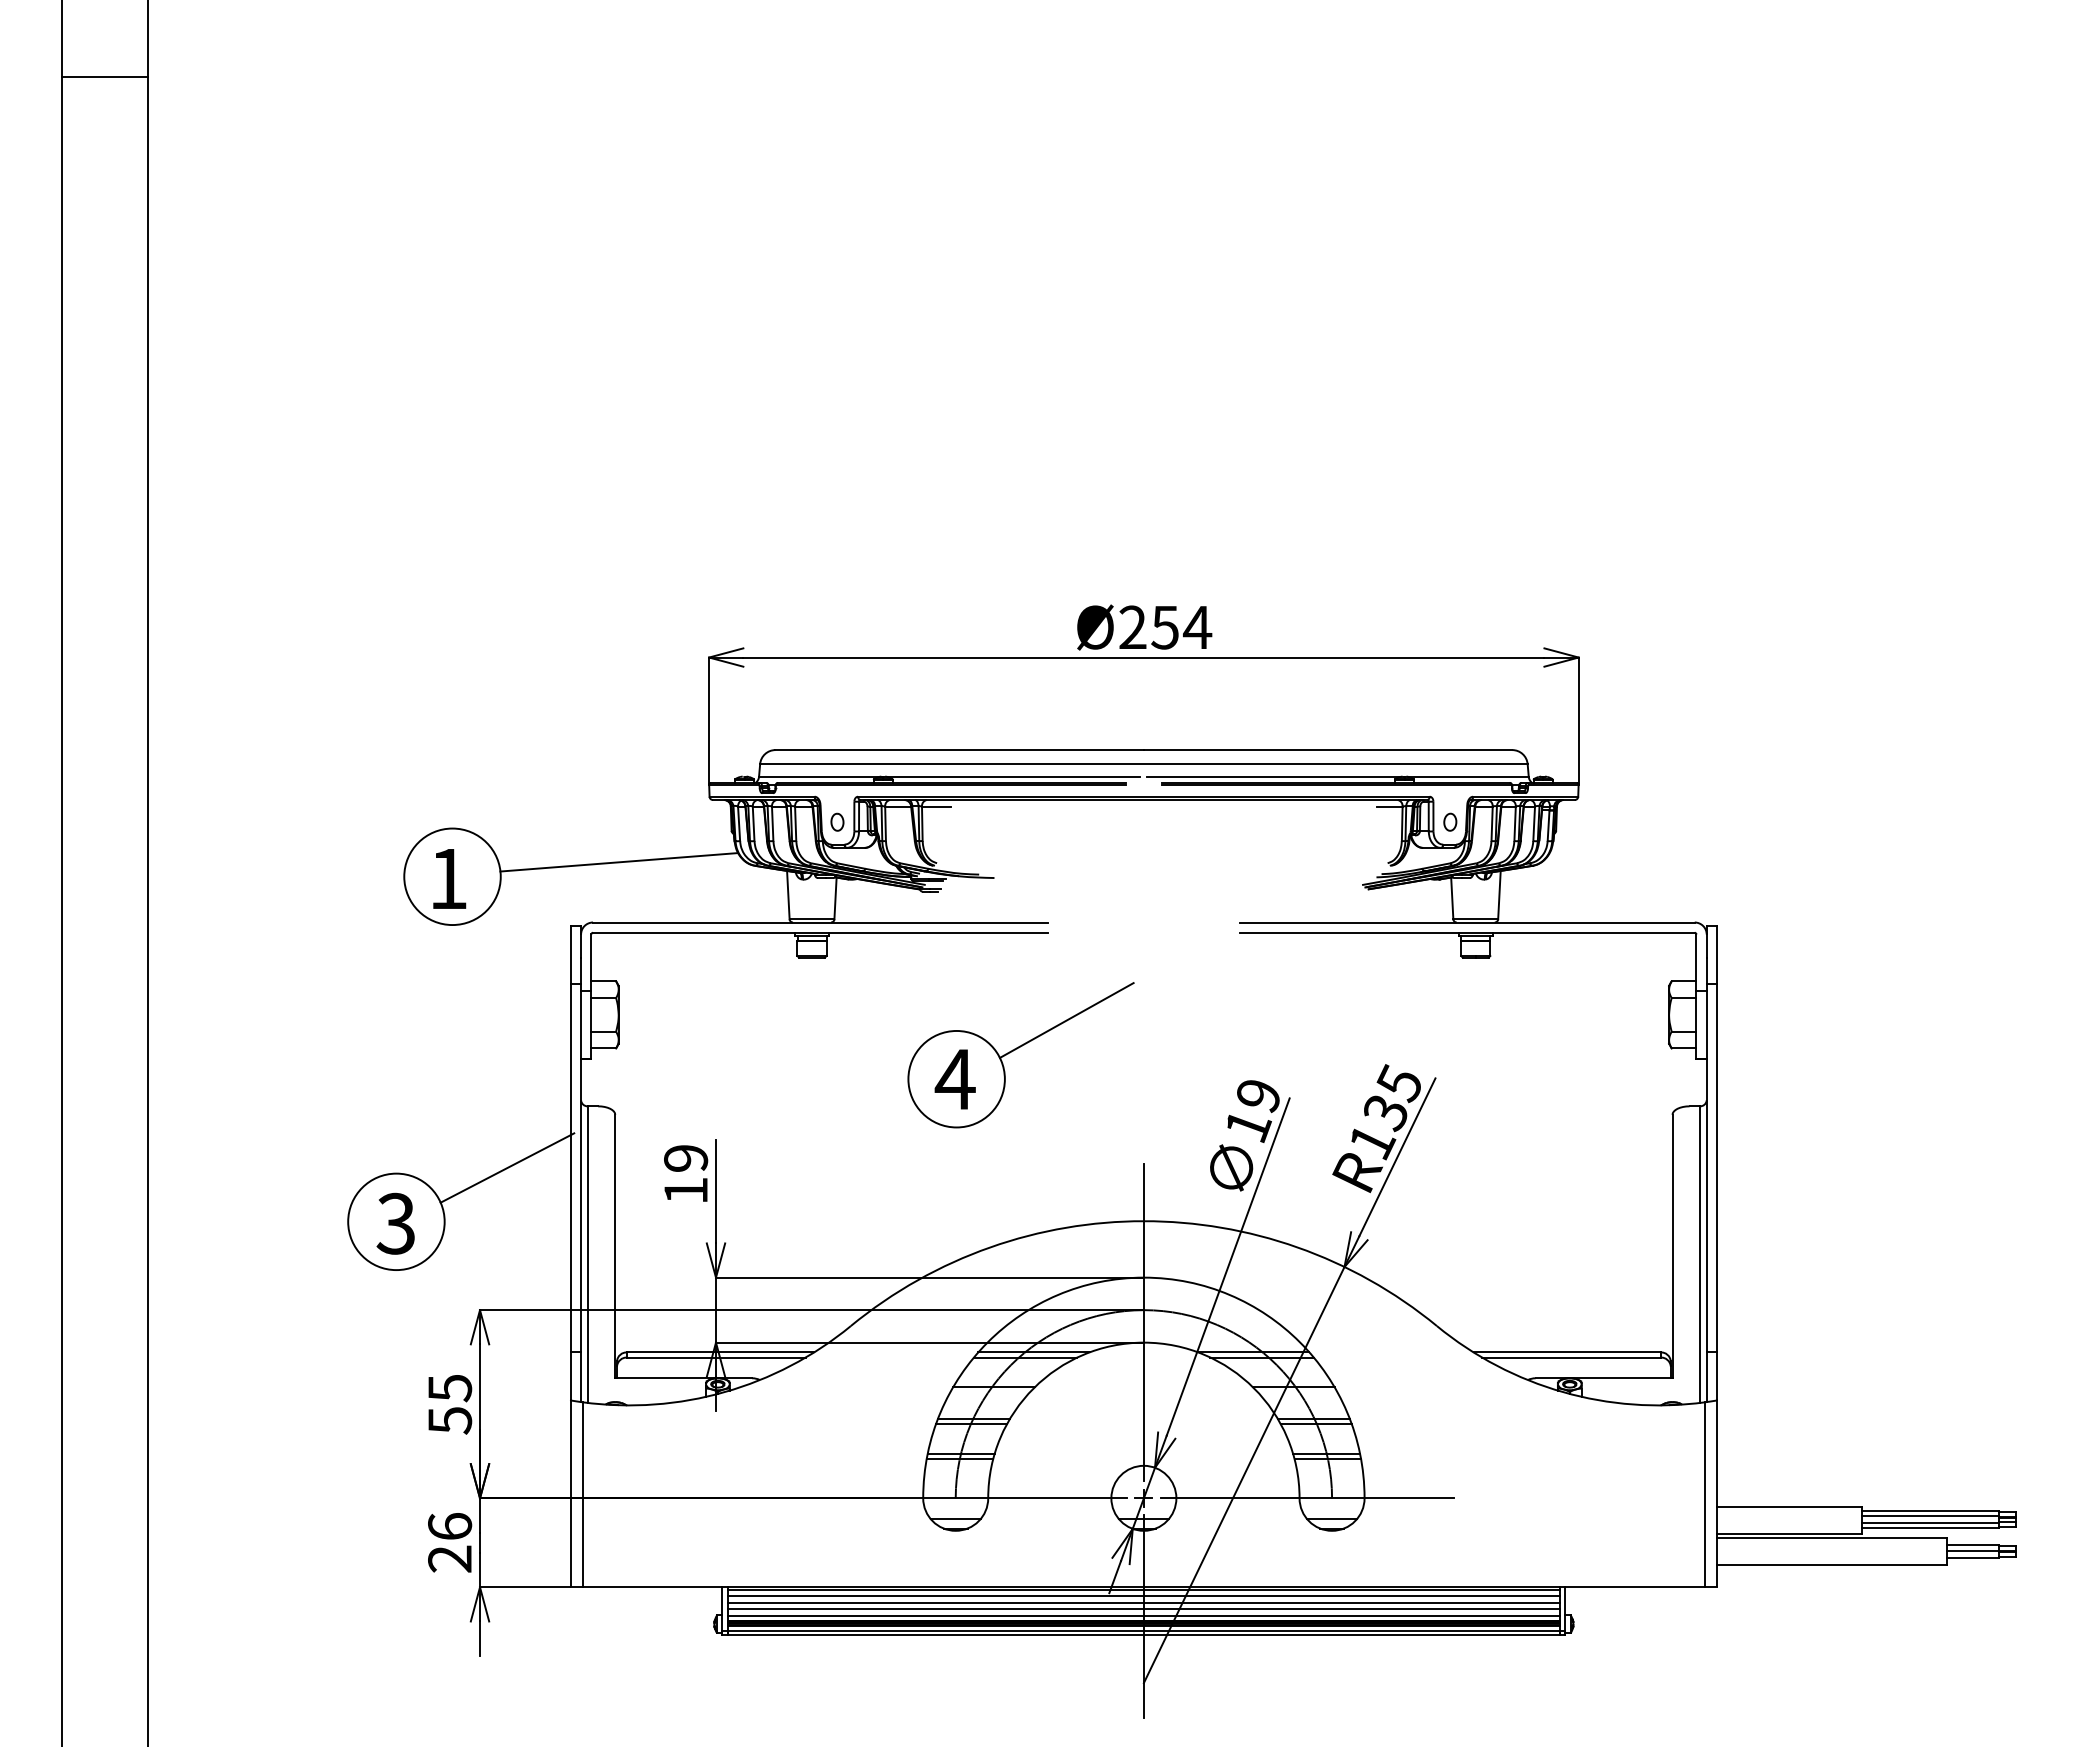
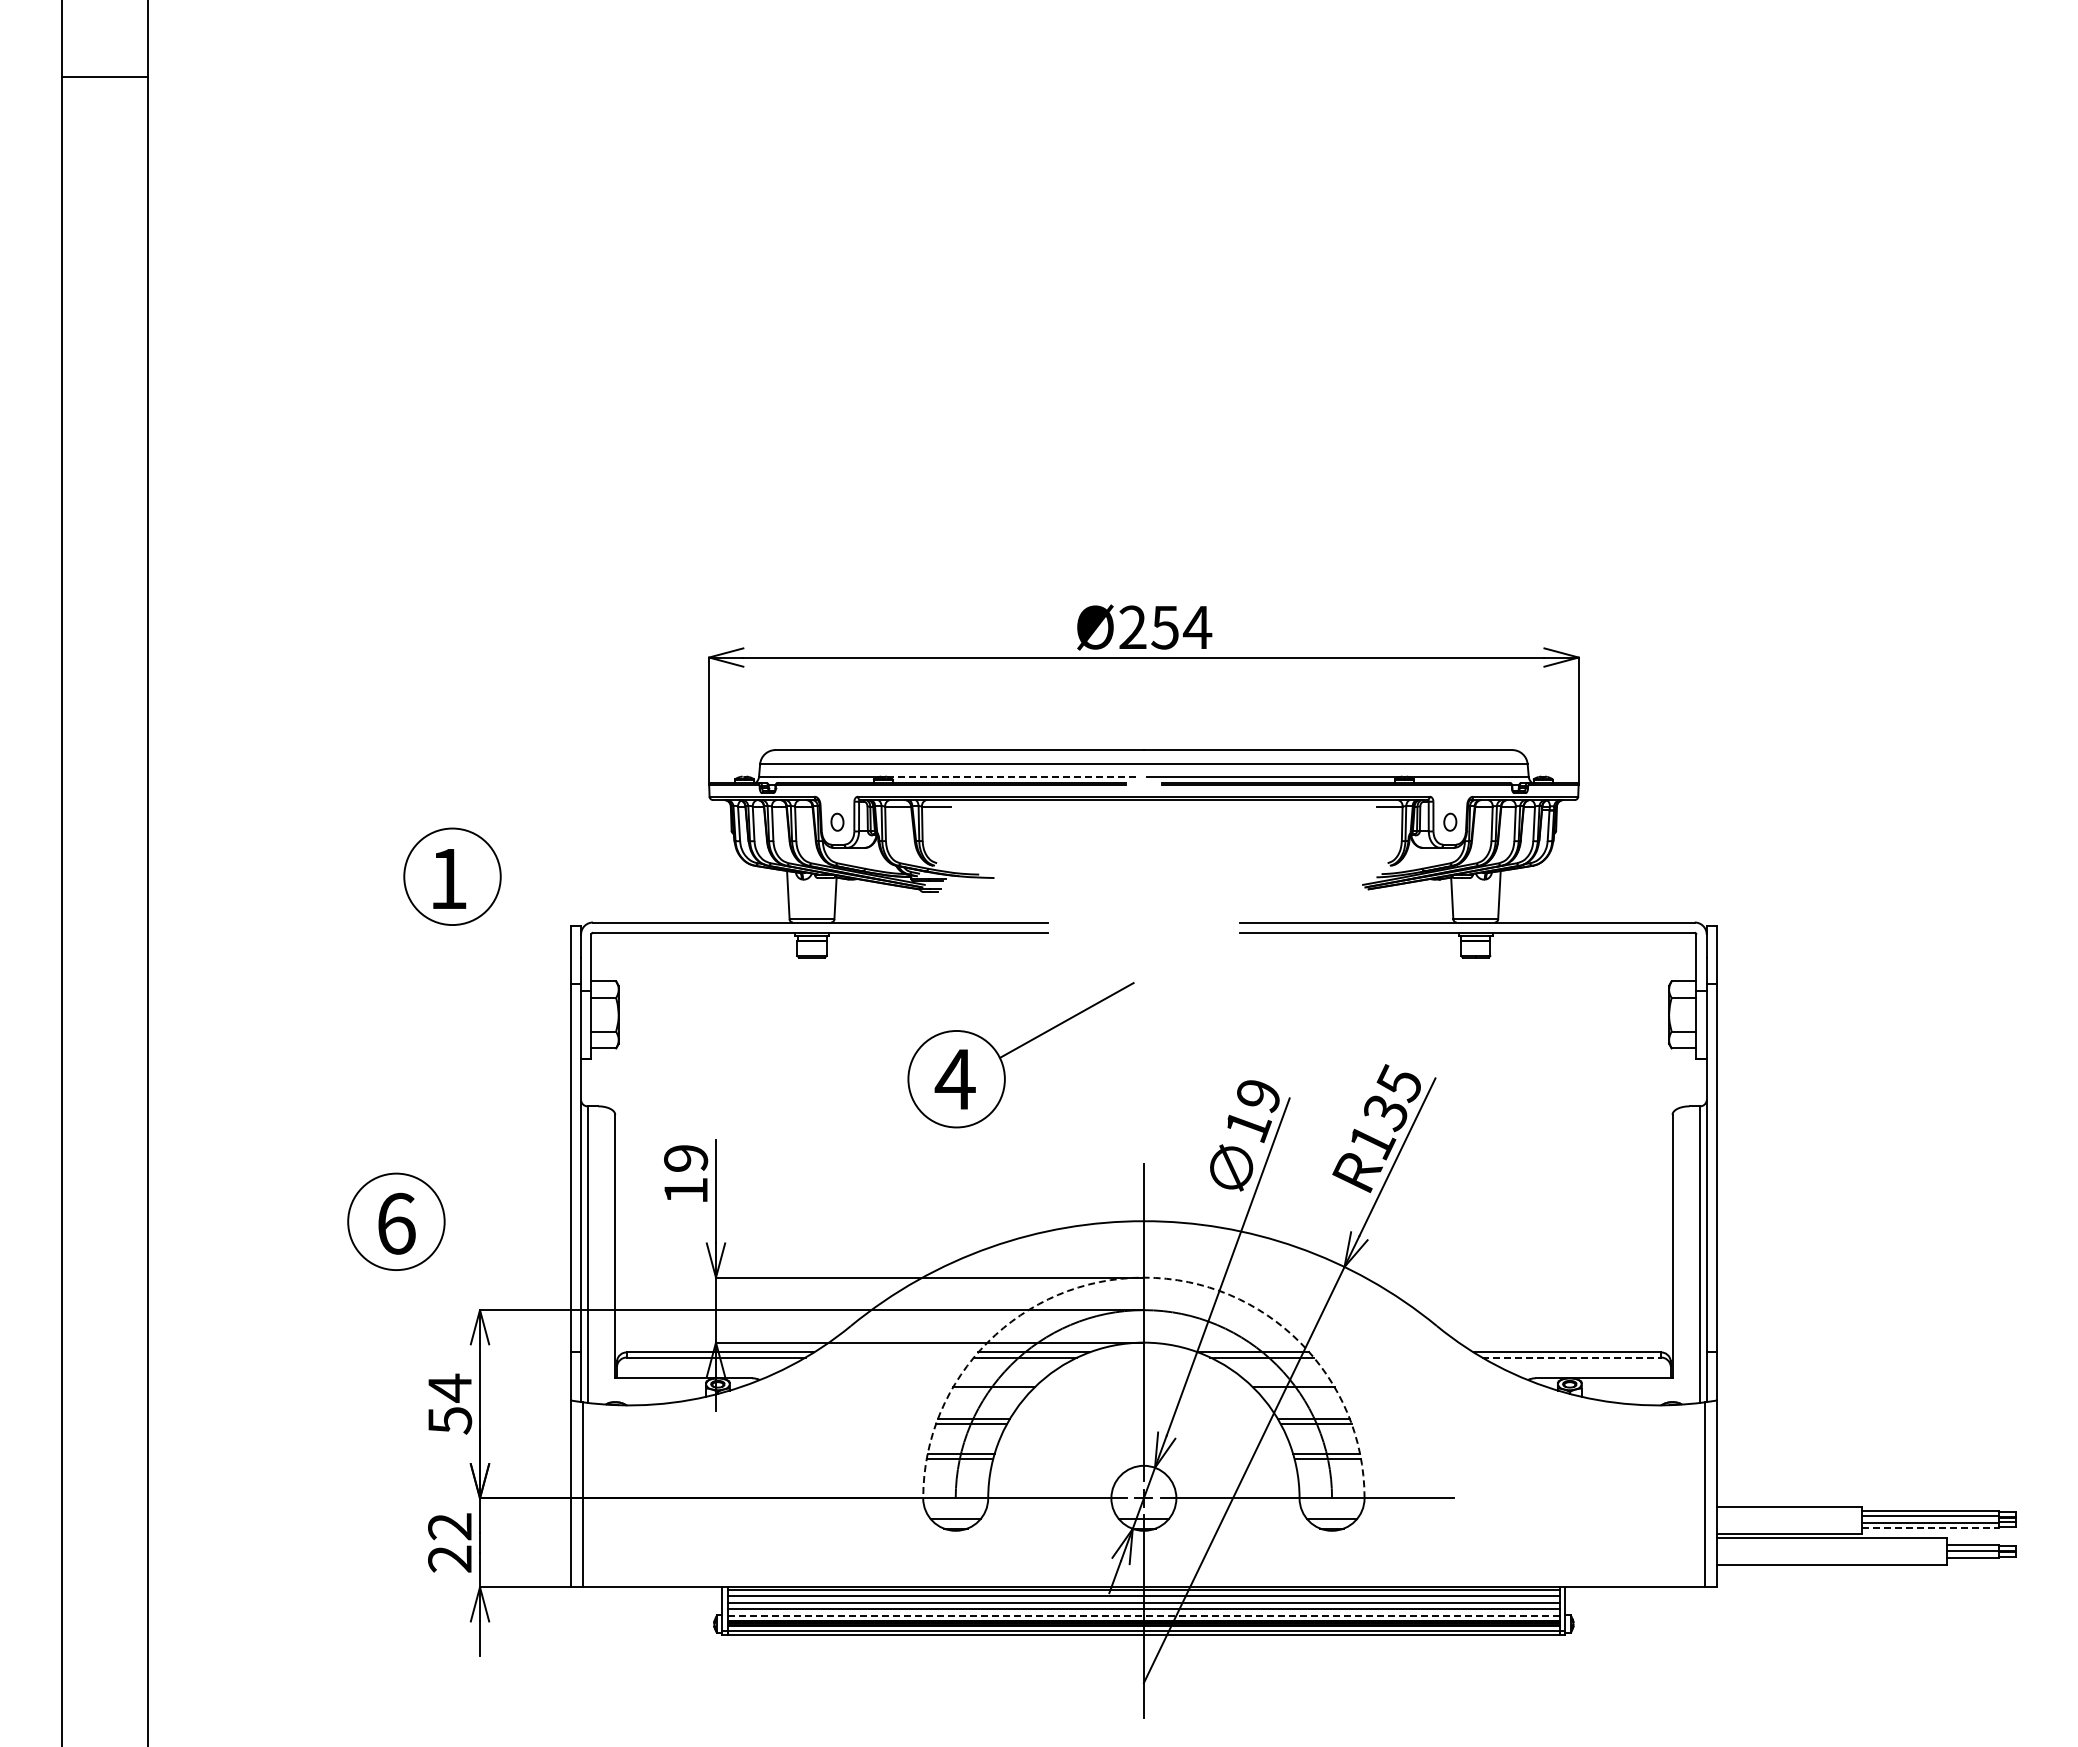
line at (1013, 776): solid -> dashed
line at (619, 862): present -> none
line at (507, 1167): present -> none
text at (395, 1223): 3 -> 6
arc at (1143, 1277): solid -> dashed
line at (1571, 1357): solid -> dashed
text at (450, 1387): 55 -> 54
text at (450, 1526): 26 -> 22
line at (1930, 1527): solid -> dashed
line at (1143, 1616): solid -> dashed
